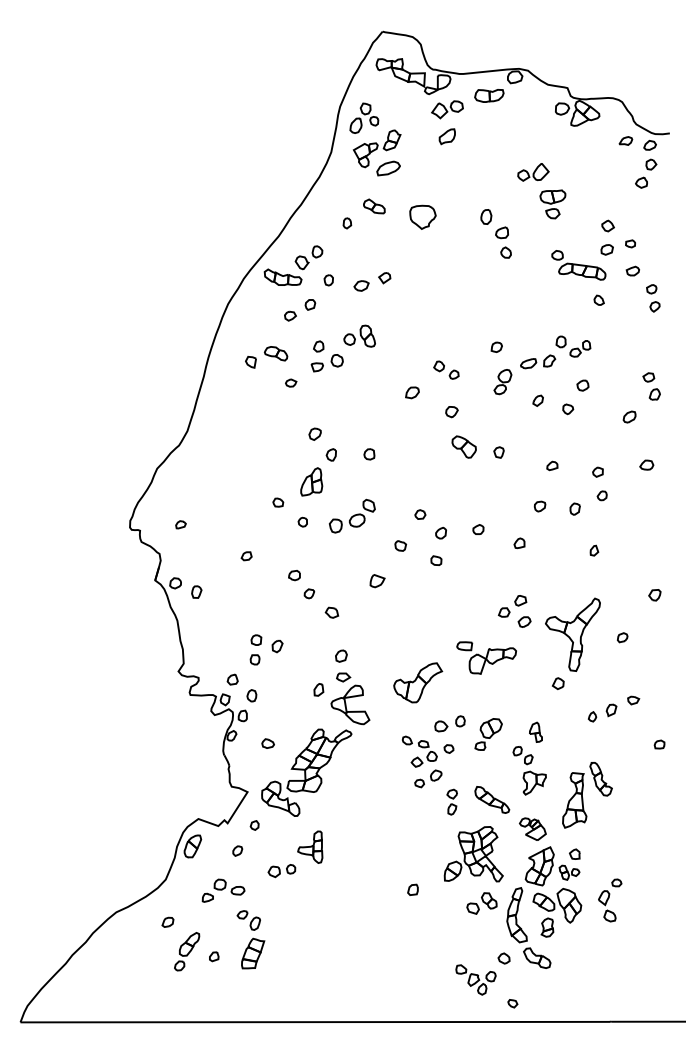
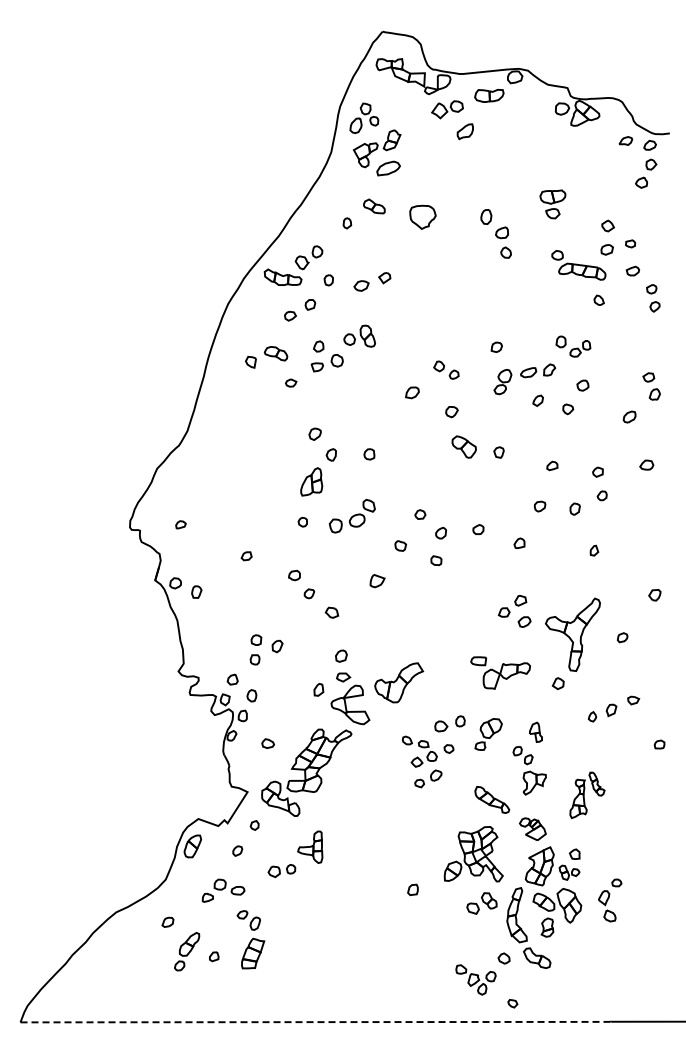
part at (446, 136) position: (446, 136) -> (464, 131)
part at (533, 172): present -> none
part at (538, 361) position: (538, 361) -> (538, 370)
part at (278, 502): present -> none
part at (486, 657) position: (486, 657) -> (500, 672)
part at (418, 682) position: (418, 682) -> (399, 682)
part at (587, 795) size: 51x67 px -> 37x49 px
part at (451, 801): present -> none
line at (316, 1022): solid -> dashed
